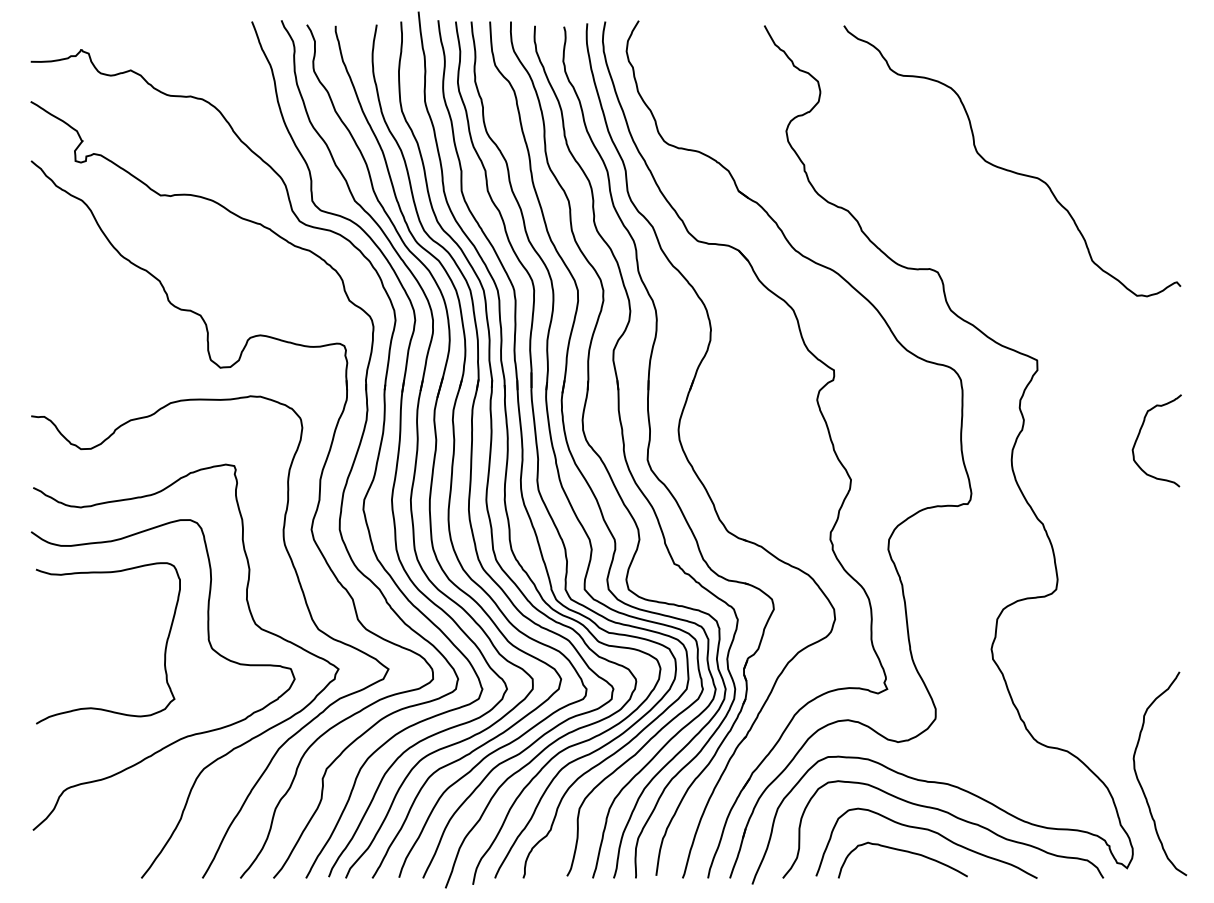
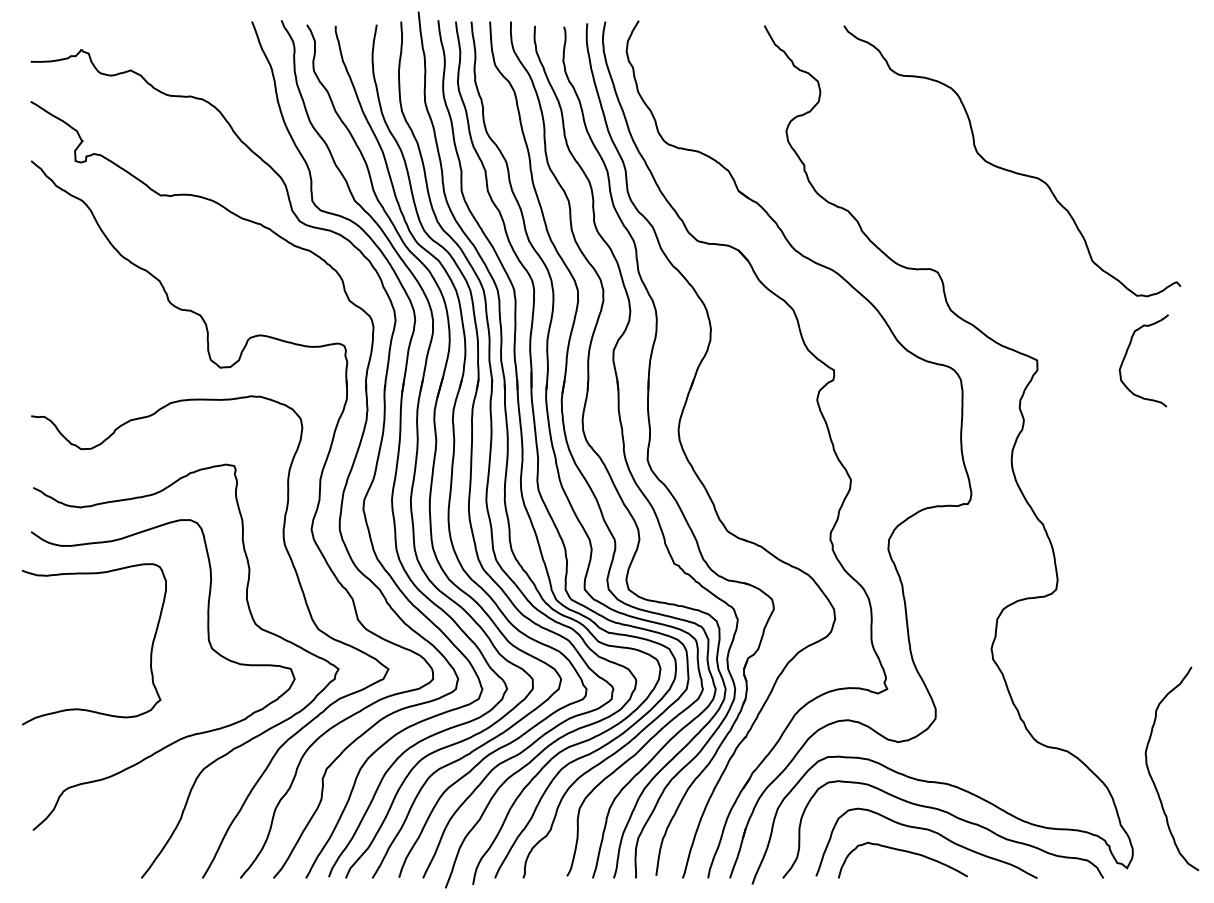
curve at (1140, 433) position: (1140, 433) -> (1127, 353)
curve at (164, 649) position: (164, 649) -> (150, 650)
curve at (1140, 782) position: (1140, 782) -> (1152, 777)
